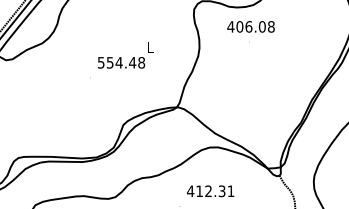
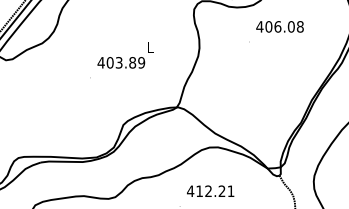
text at (250, 26) position: (250, 26) -> (279, 26)
text at (121, 62): 554.48 -> 403.89
text at (221, 191): 412.31 -> 412.21
